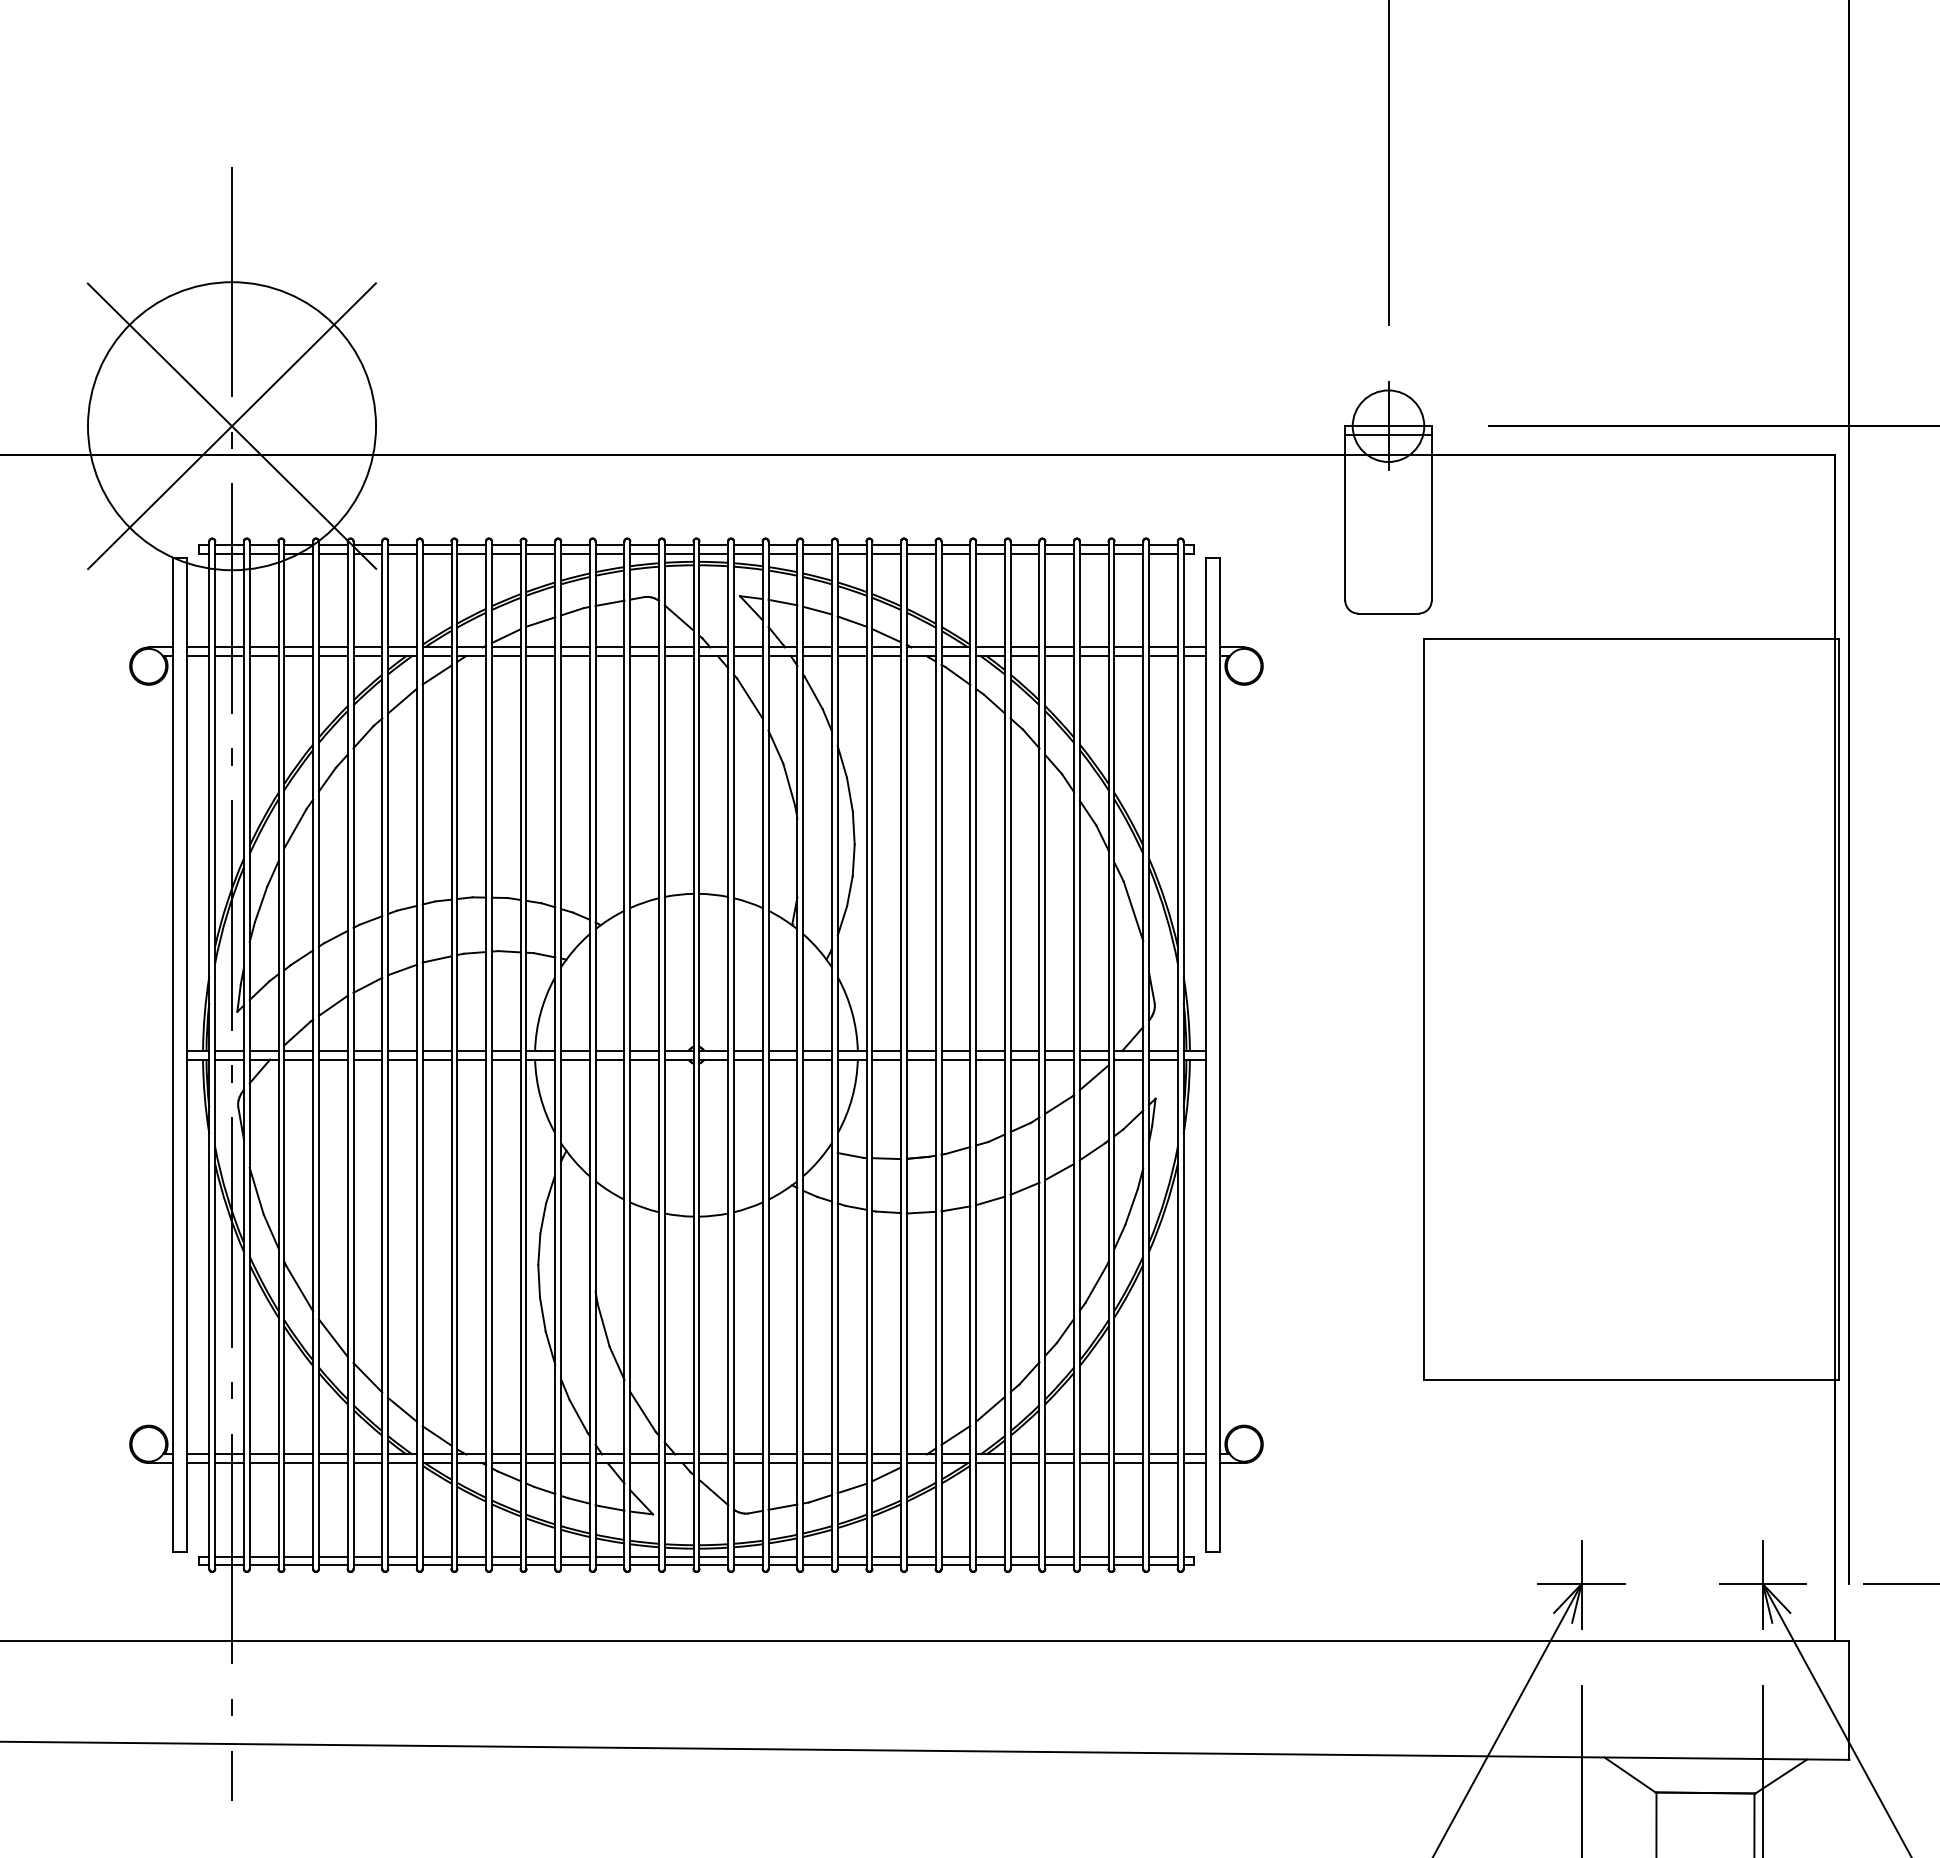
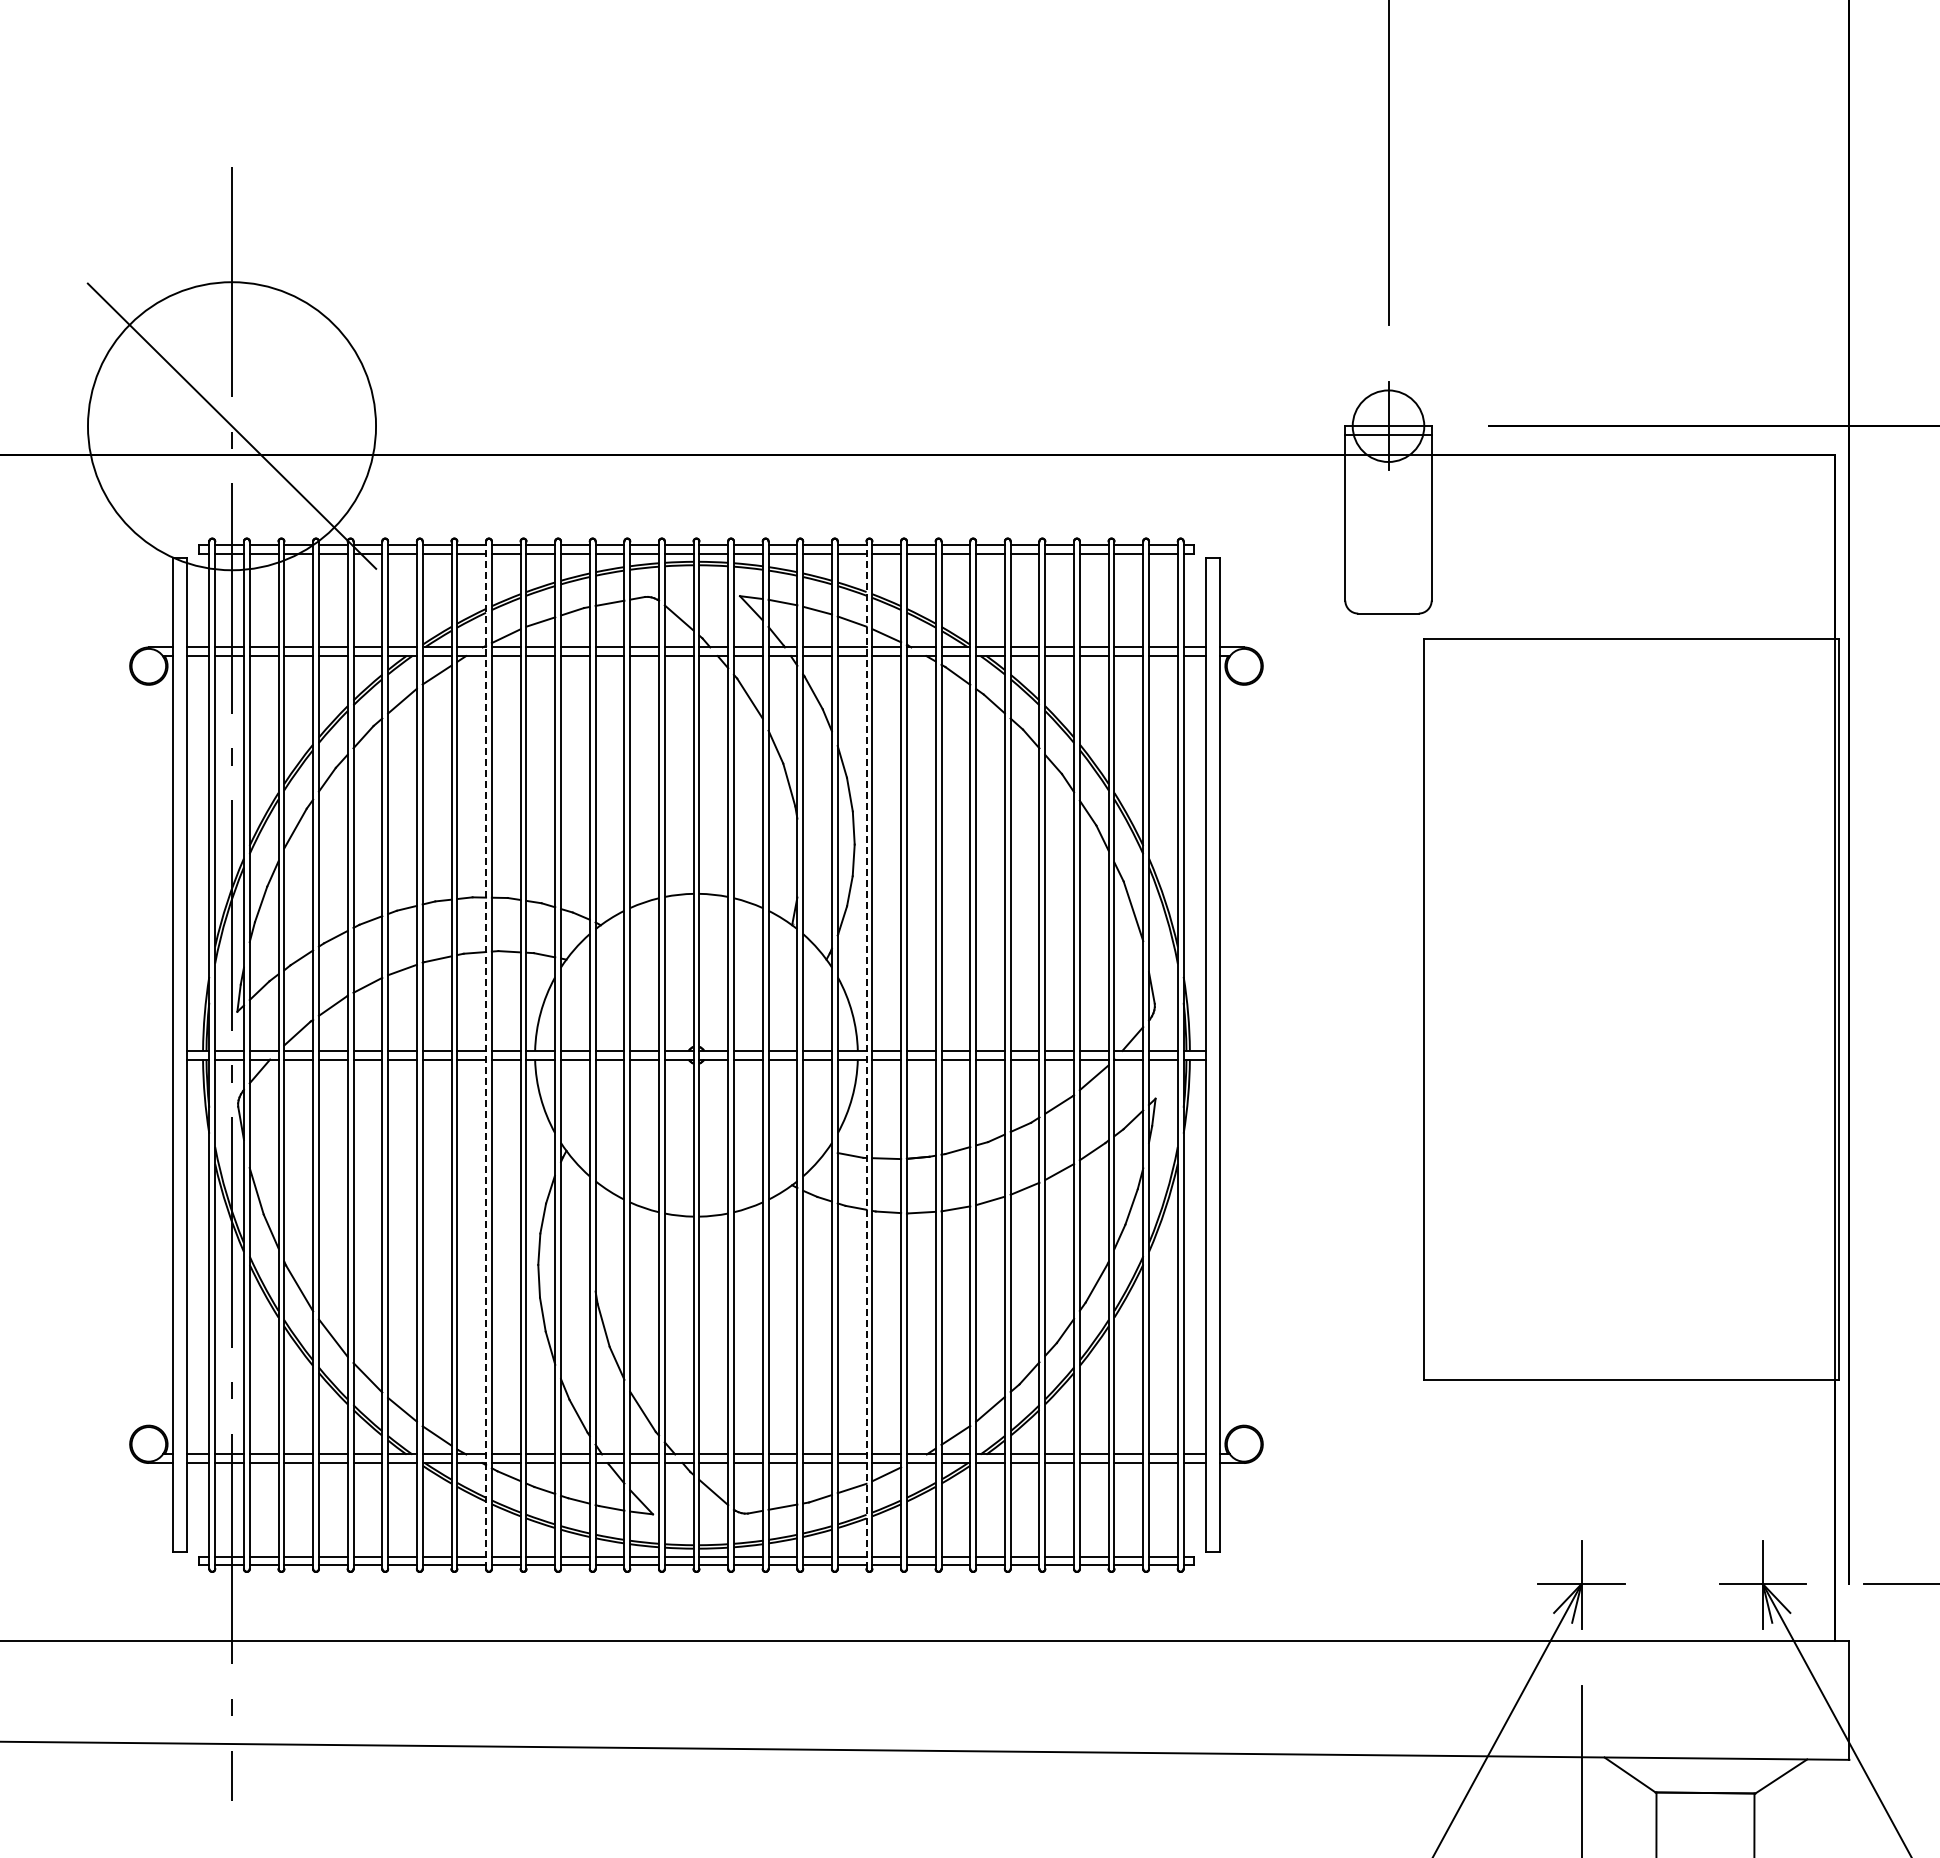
line at (231, 426): present -> none
line at (486, 1055): solid -> dashed
line at (866, 1055): solid -> dashed
line at (1763, 1770): present -> none
